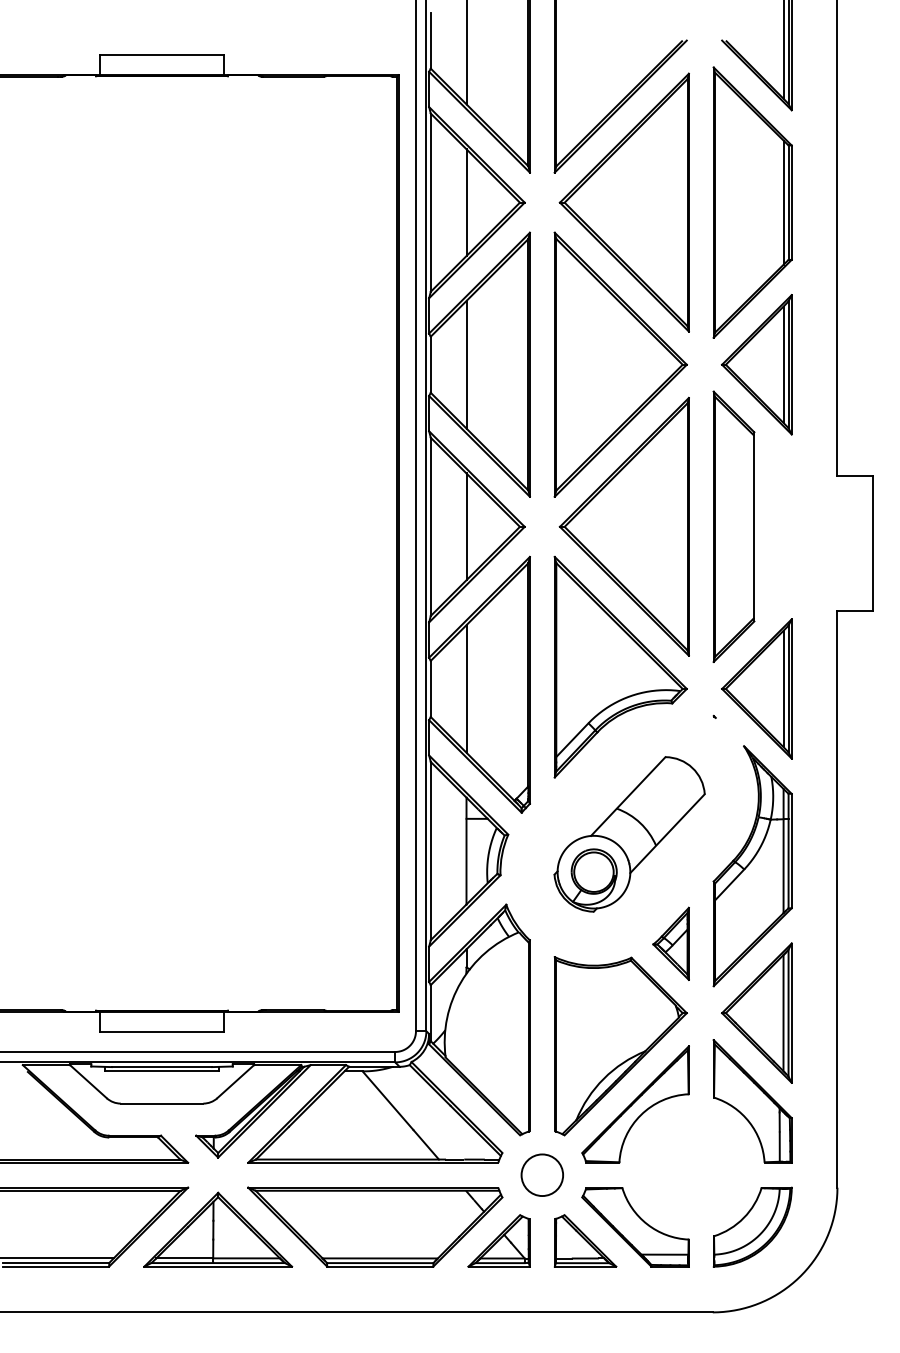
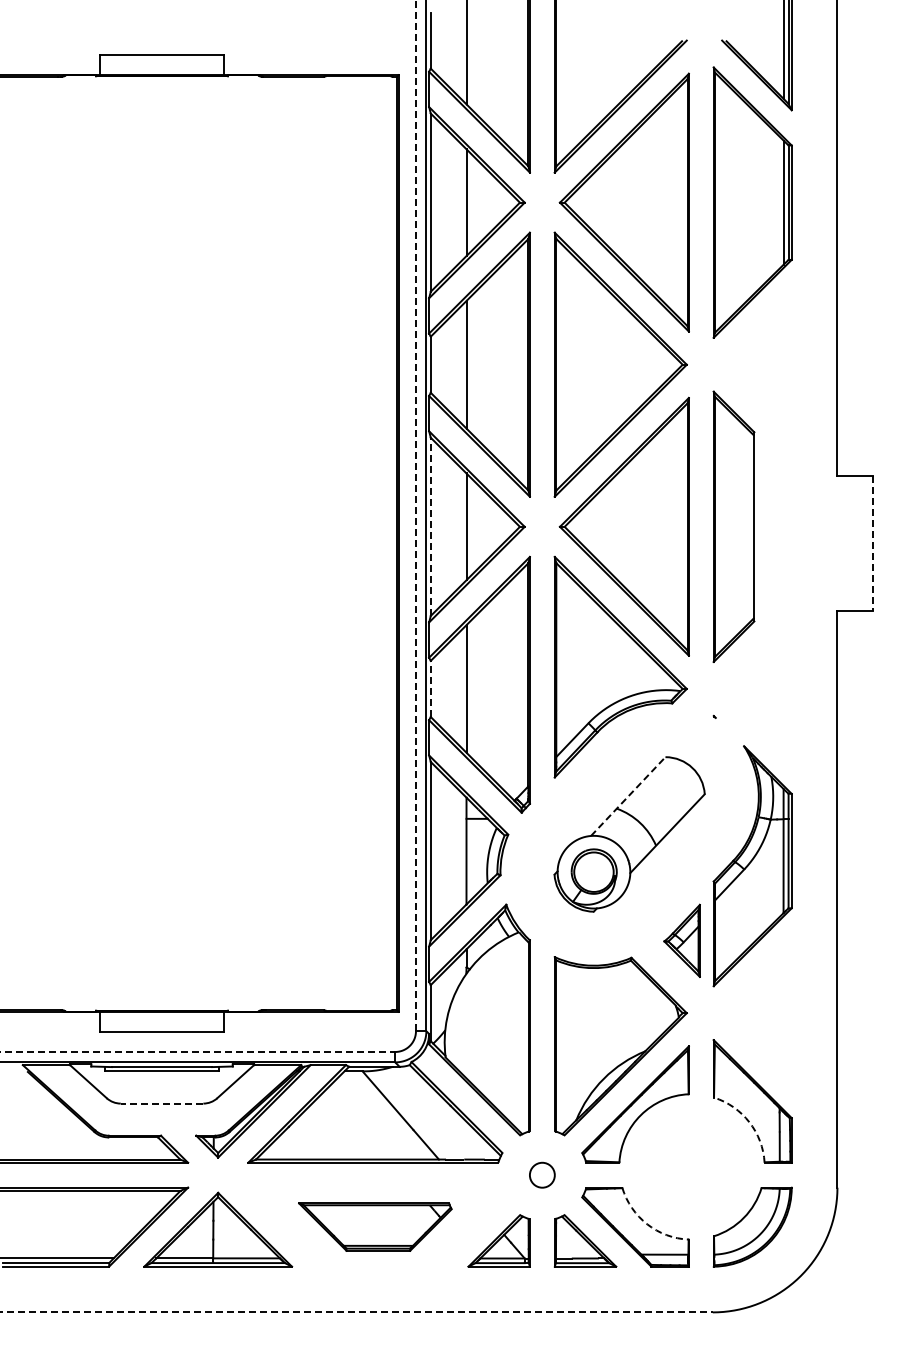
part at (756, 364): present -> none
line at (415, 515): solid -> dashed
line at (430, 526): solid -> dashed
line at (872, 543): solid -> dashed
line at (430, 688): solid -> dashed
part at (756, 688): present -> none
line at (628, 796): solid -> dashed
part at (670, 943) position: (670, 943) -> (681, 940)
part at (756, 1012): present -> none
line at (198, 1051): solid -> dashed
line at (161, 1103): solid -> dashed
arc at (749, 1122): solid -> dashed
circle at (542, 1175) diameter: 42 px -> 25 px
arc at (647, 1224): solid -> dashed
part at (375, 1226) size: 257x82 px -> 155x50 px
line at (356, 1312): solid -> dashed
